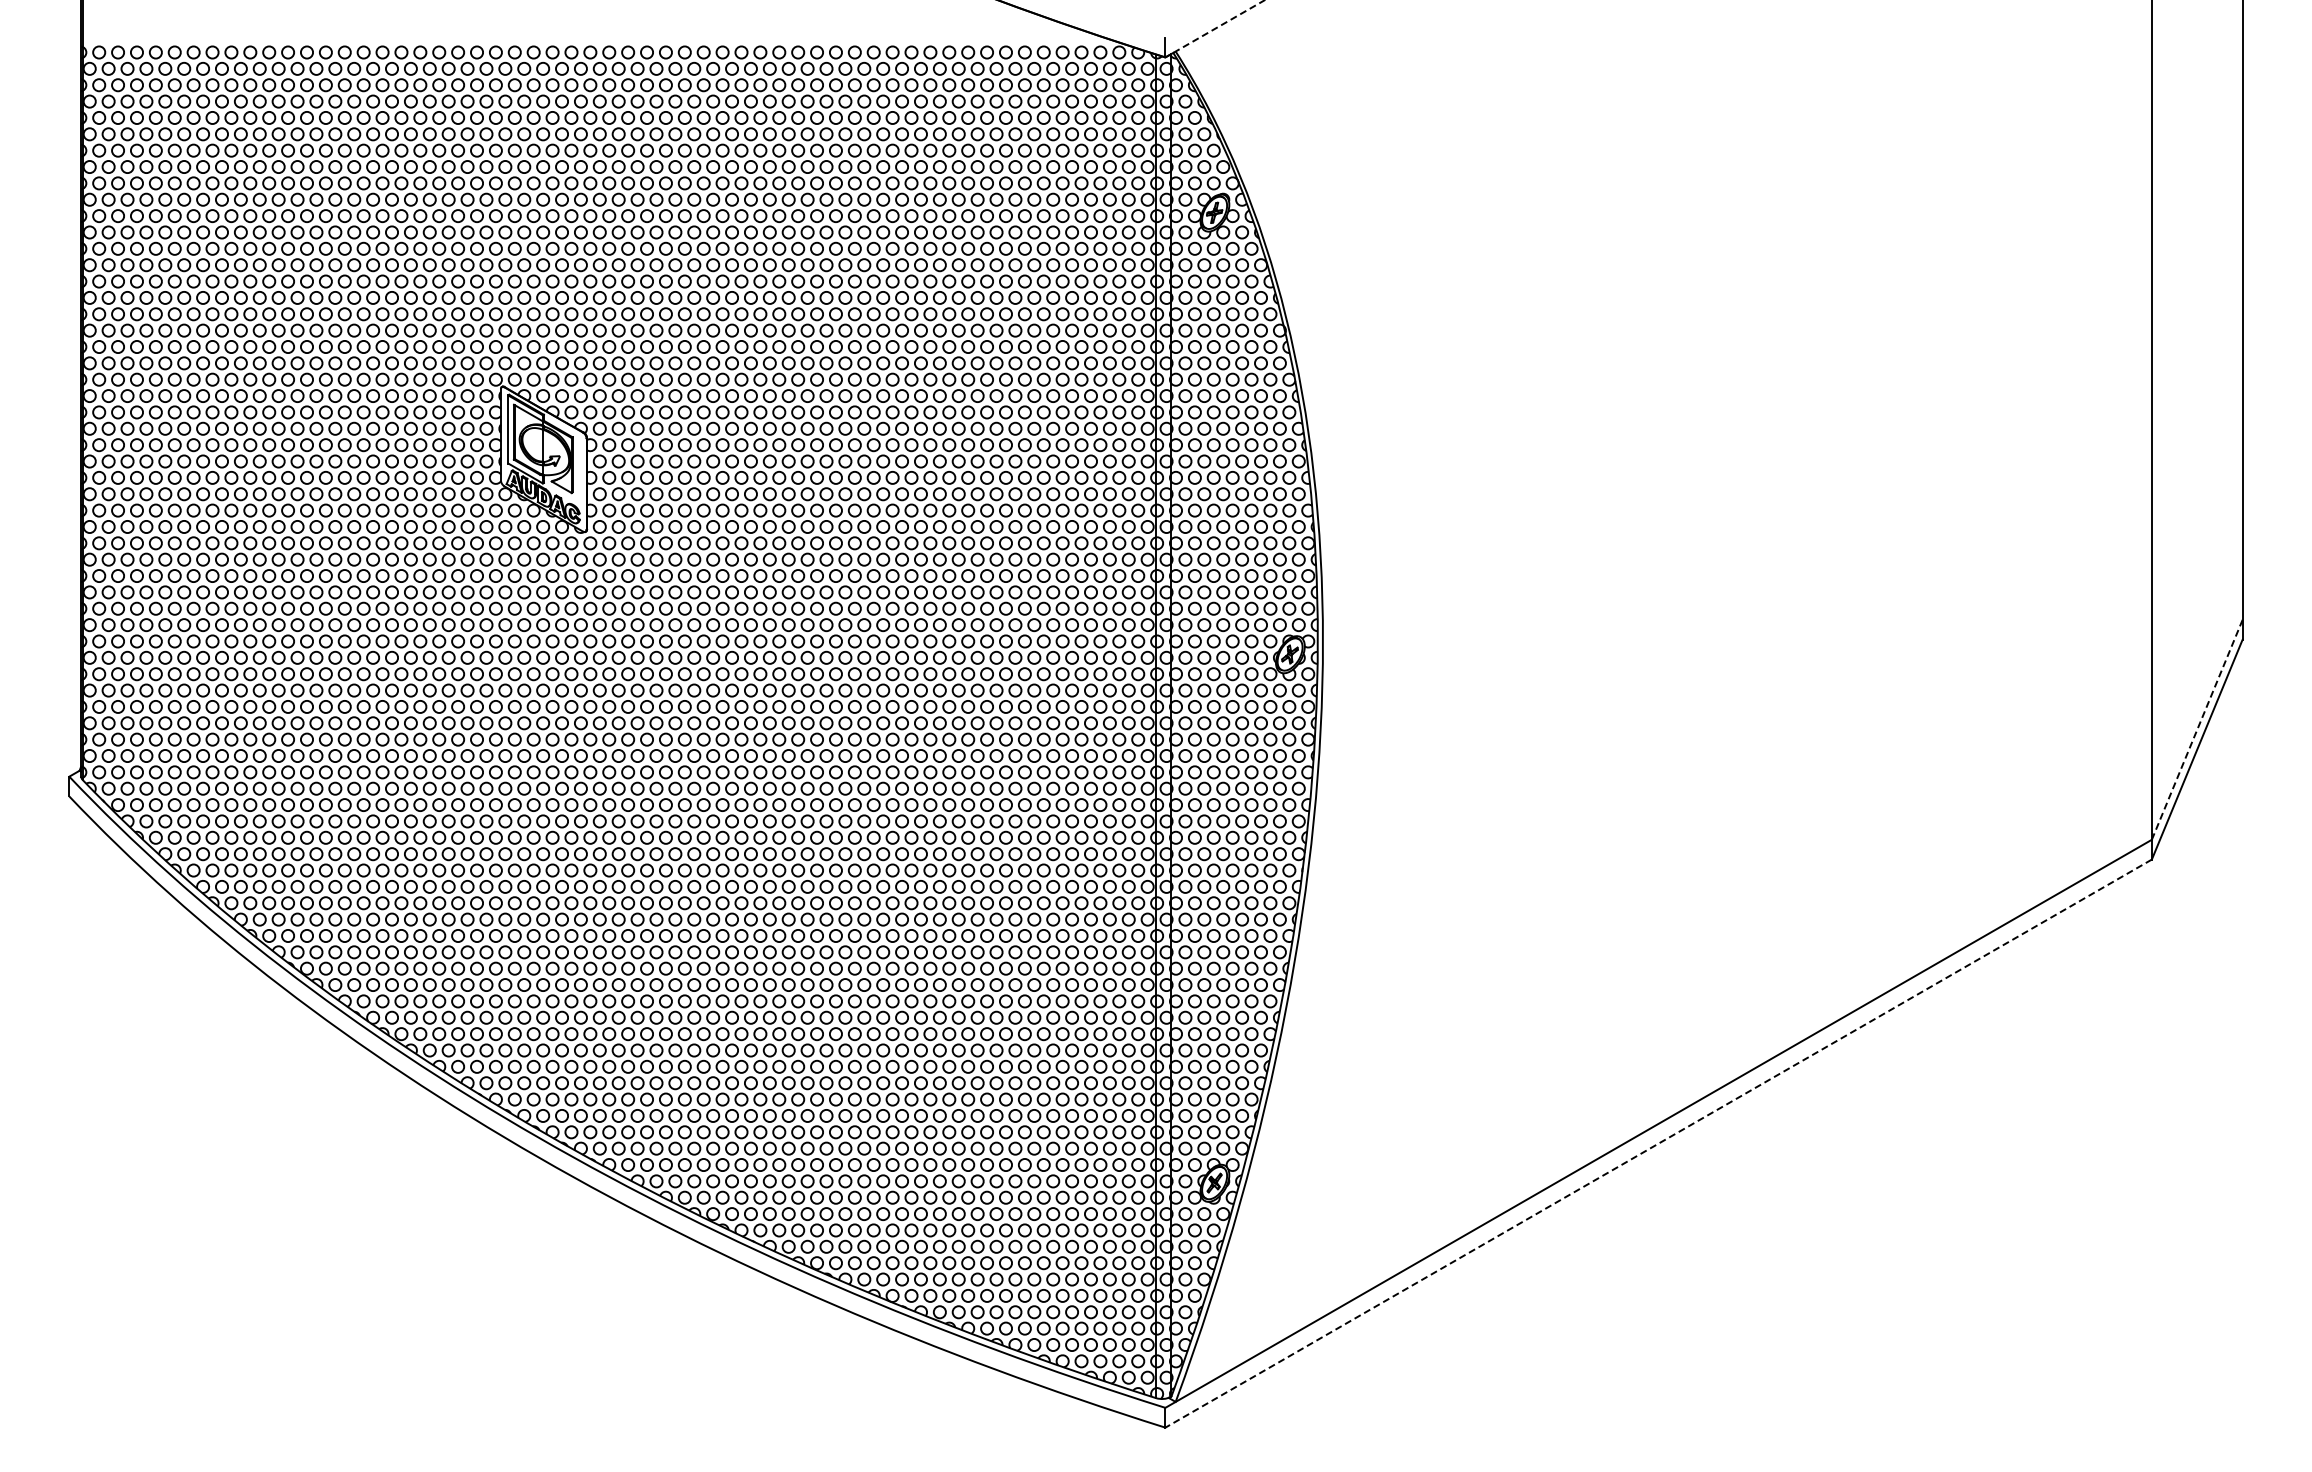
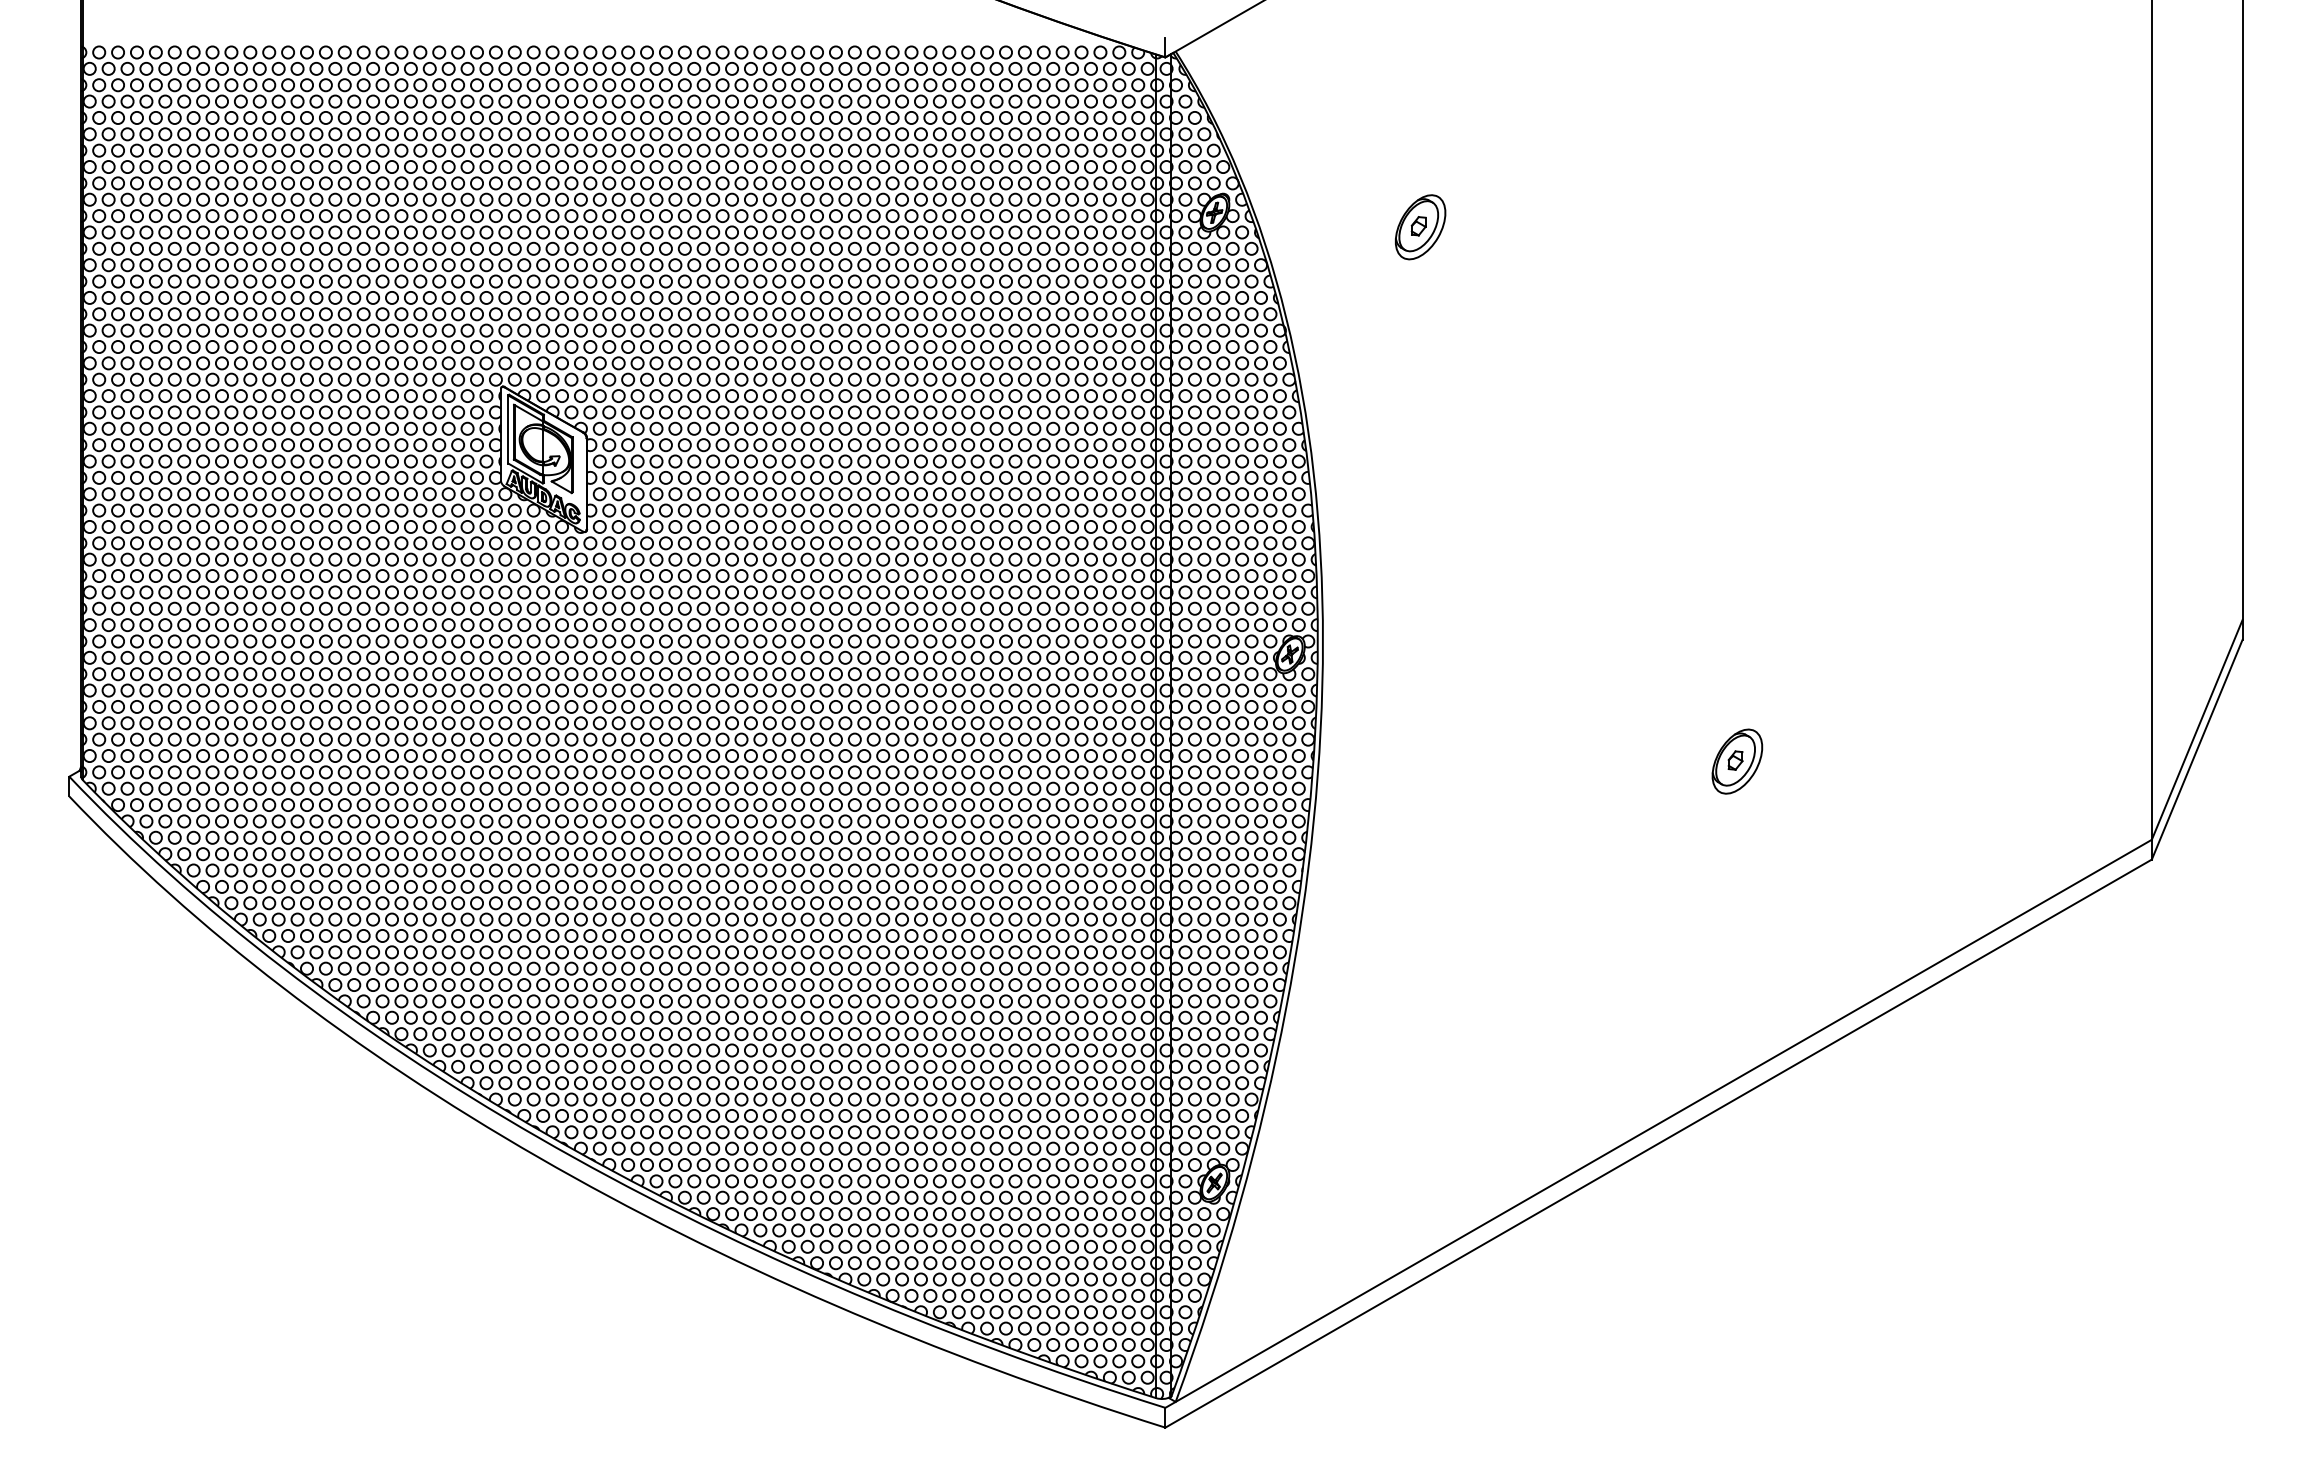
line at (1214, 29): dashed -> solid
part at (1420, 227): none -> present
line at (2197, 729): dashed -> solid
part at (1737, 761): none -> present
line at (1658, 1143): dashed -> solid
